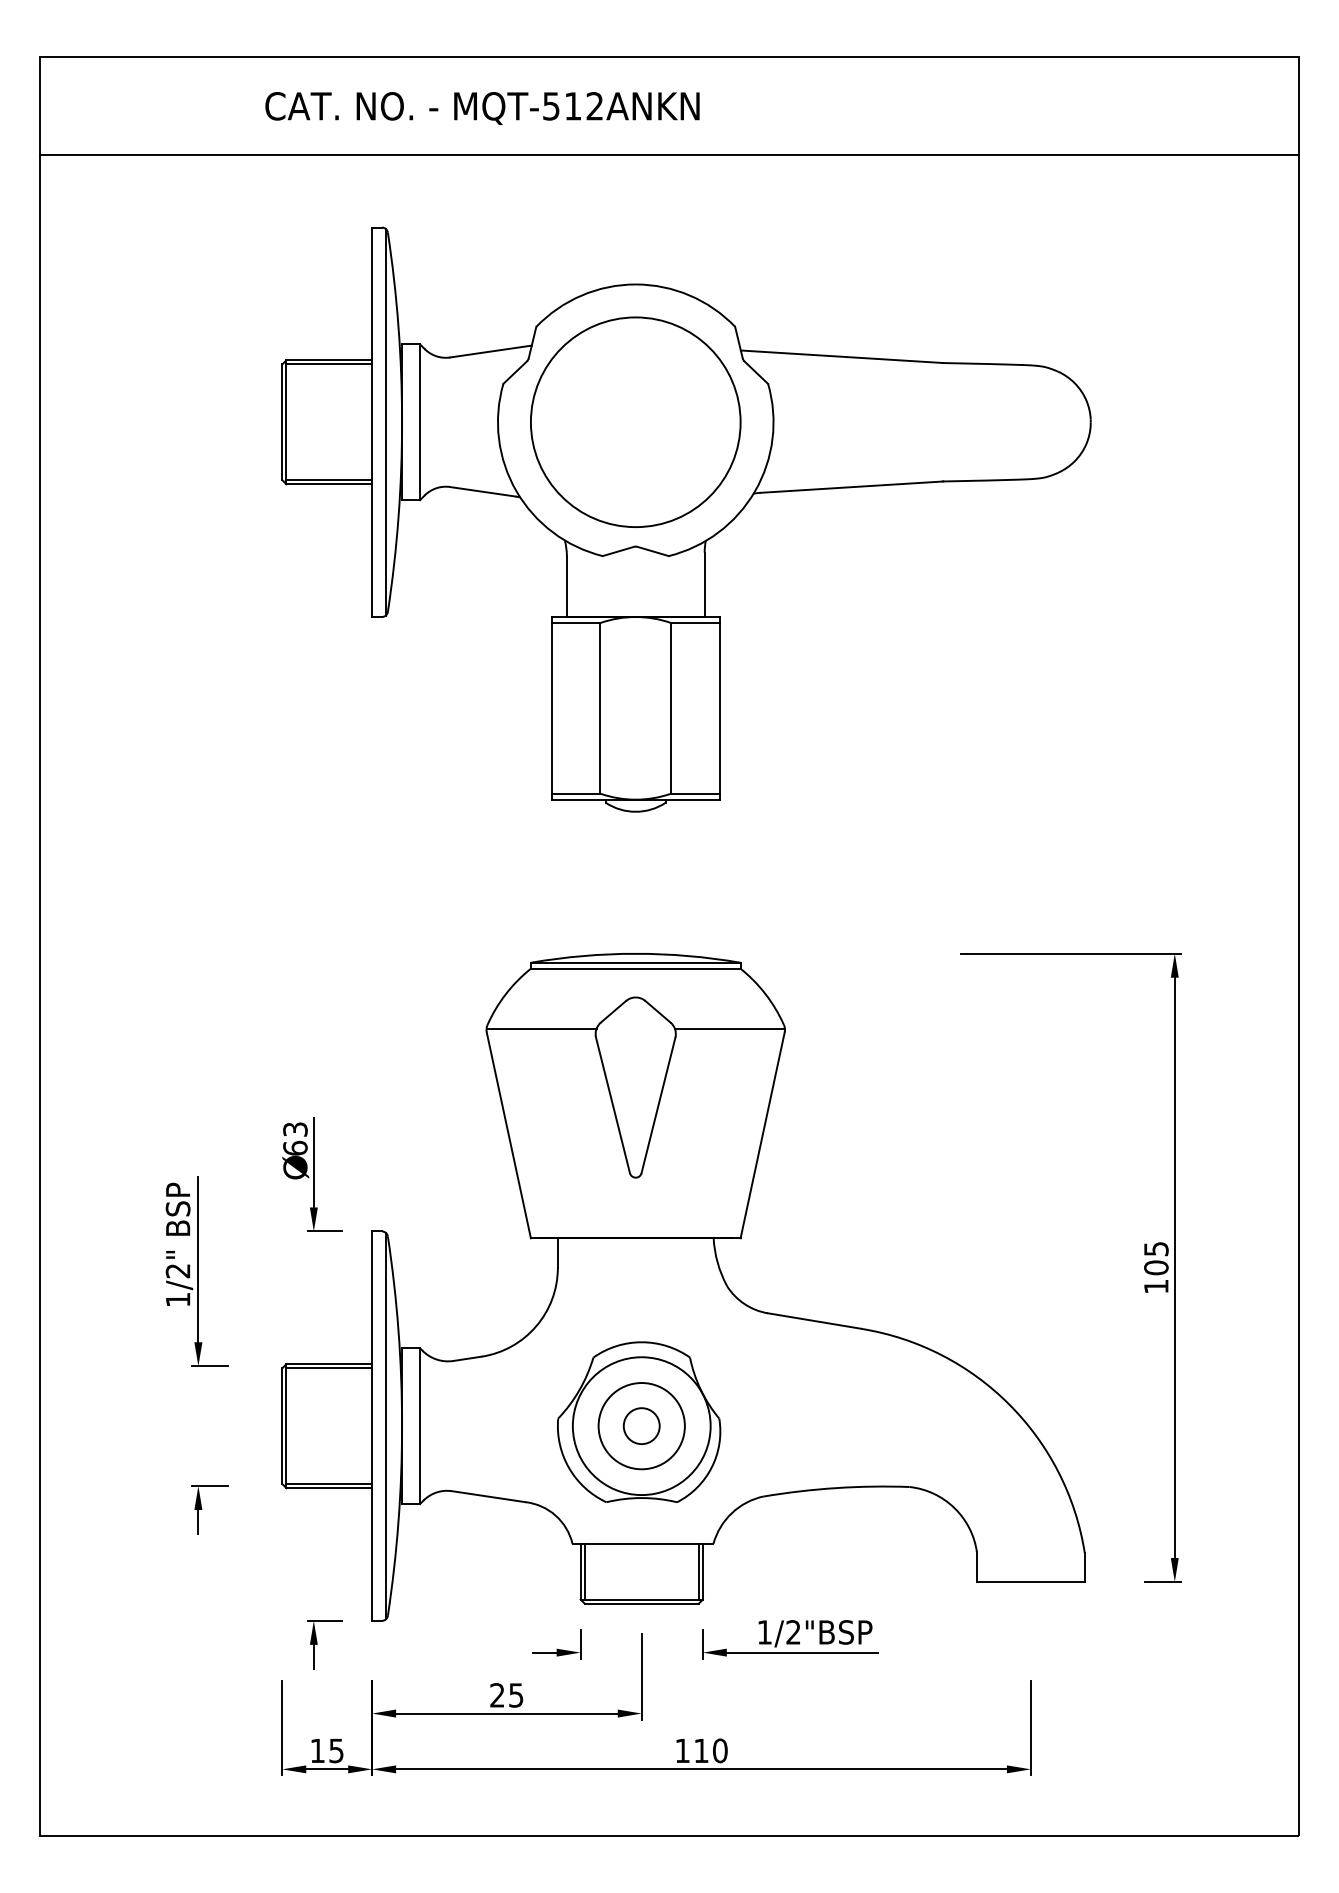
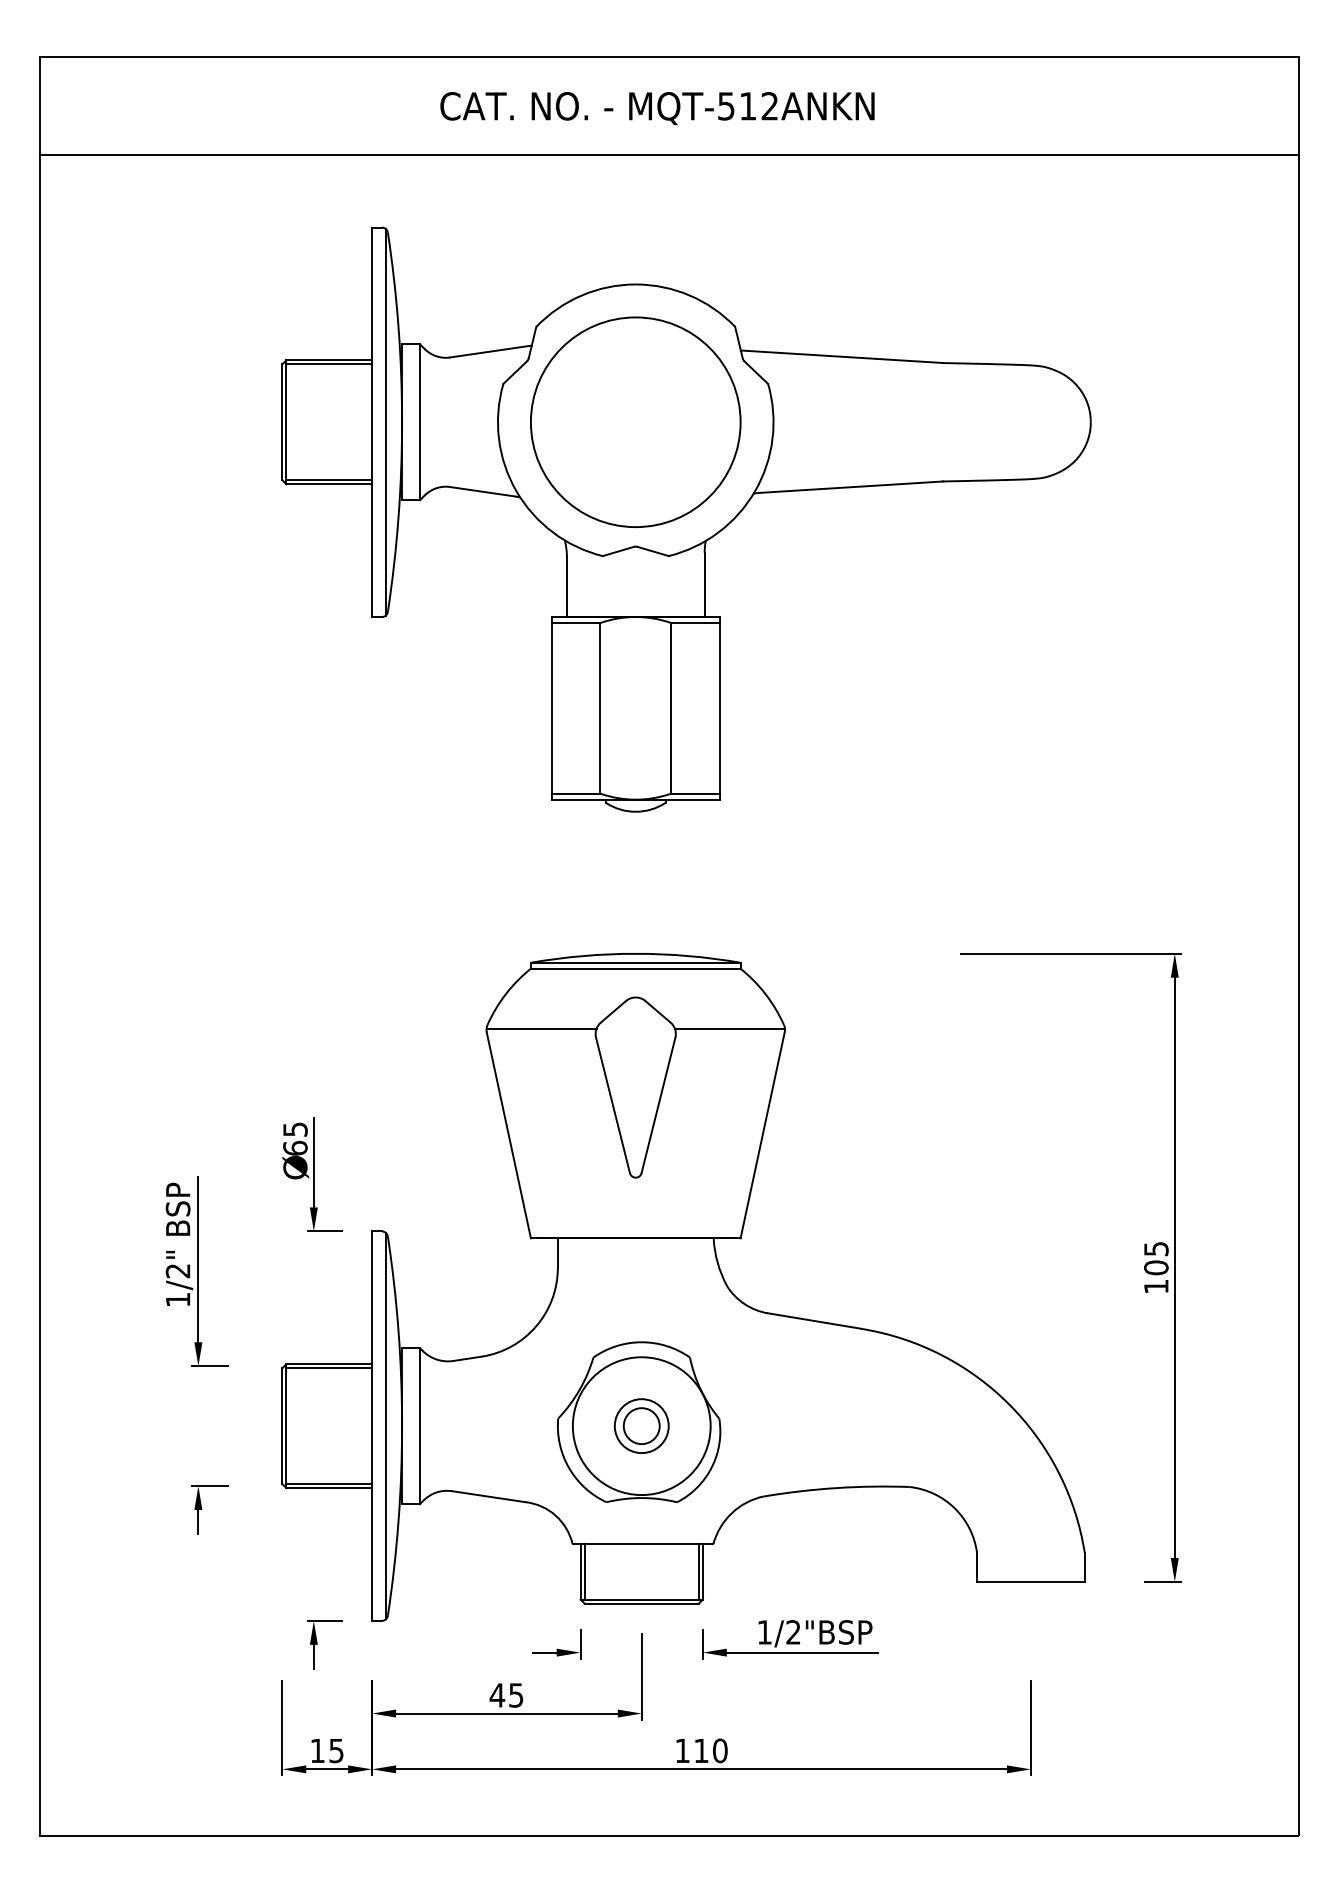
text at (482, 108) position: (482, 108) -> (657, 108)
text at (295, 1128): 63 -> 65
circle at (641, 1426) diameter: 86 px -> 54 px
text at (497, 1695): 25 -> 45
